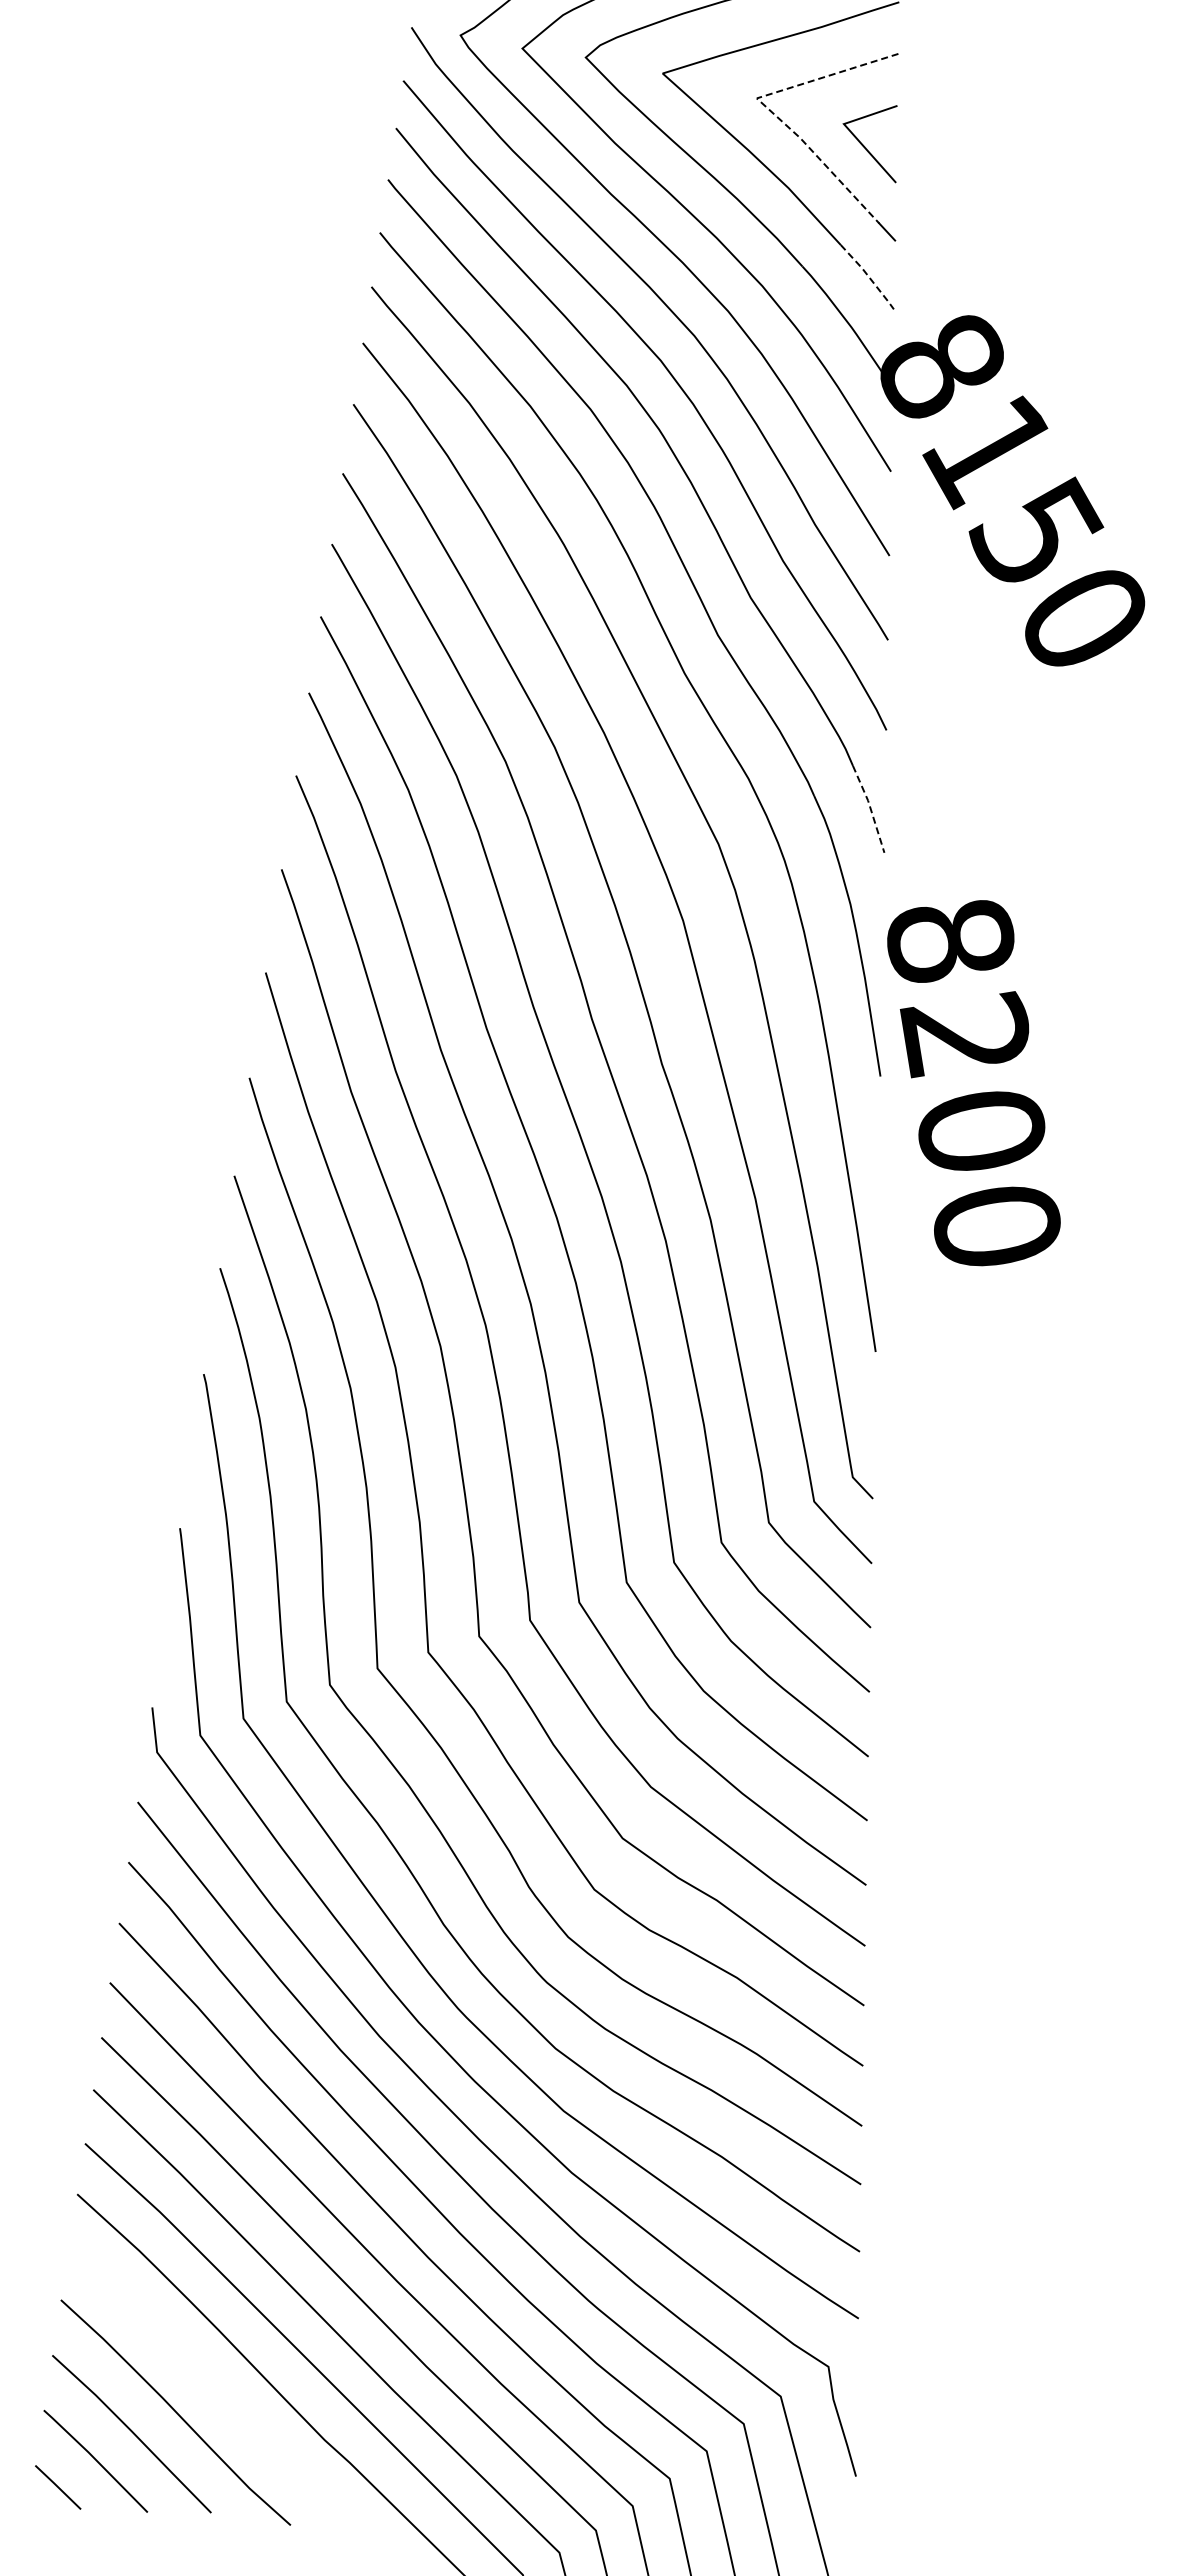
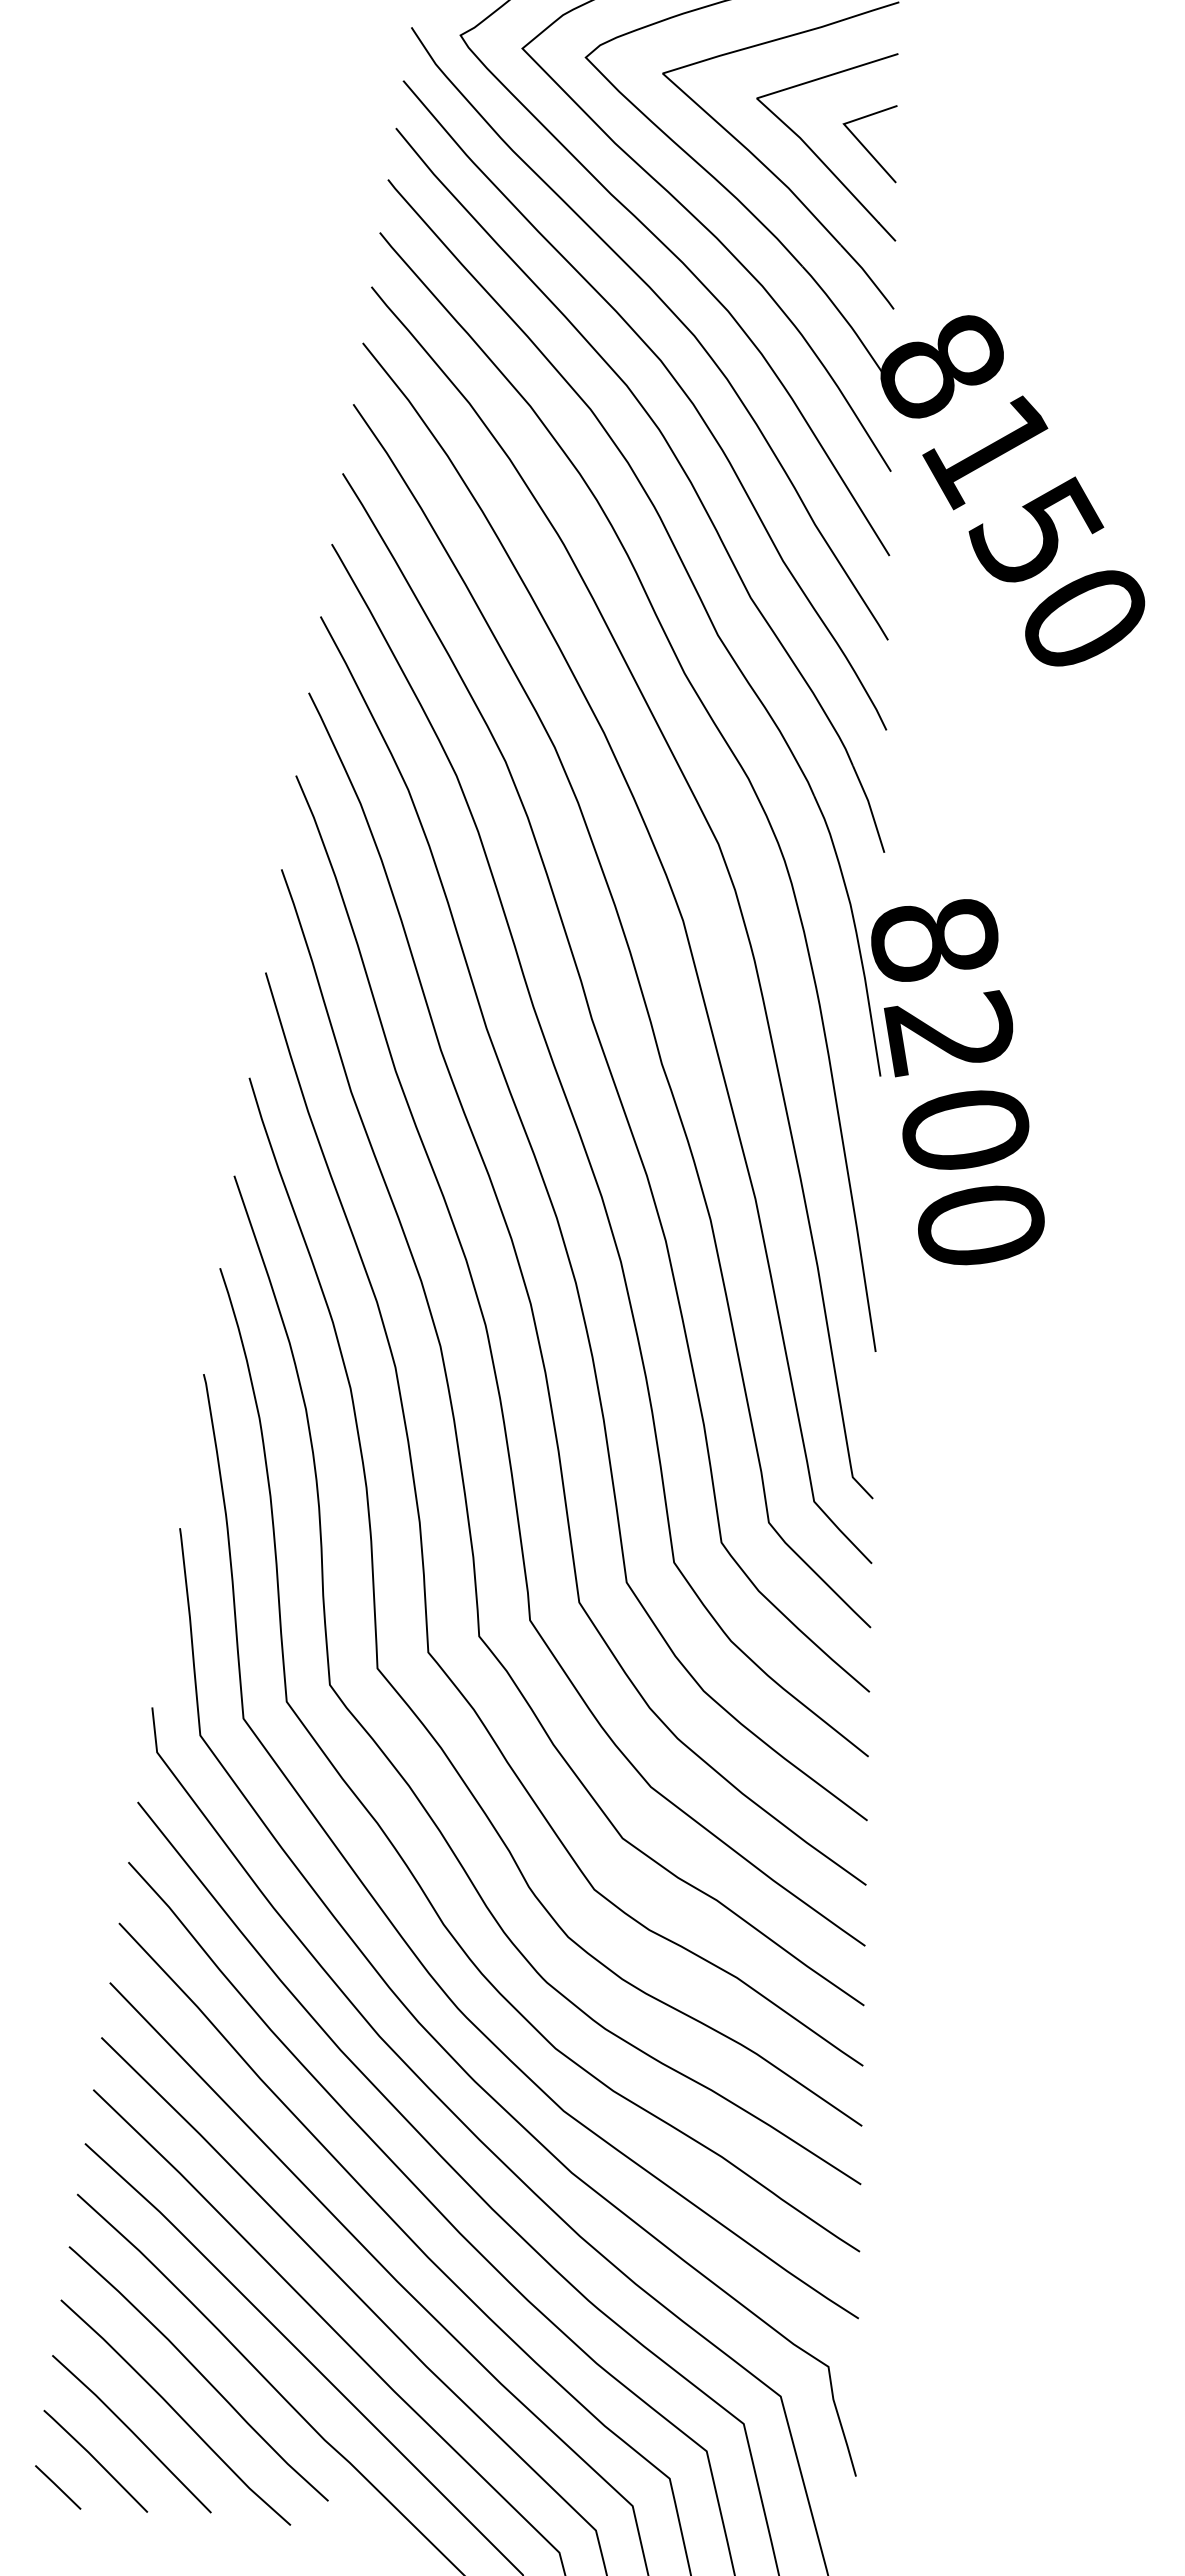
line at (767, 107): dashed -> solid
line at (868, 276): dashed -> solid
line at (870, 808): dashed -> solid
text at (973, 1083) position: (973, 1083) -> (957, 1082)
curve at (198, 2372): none -> present
